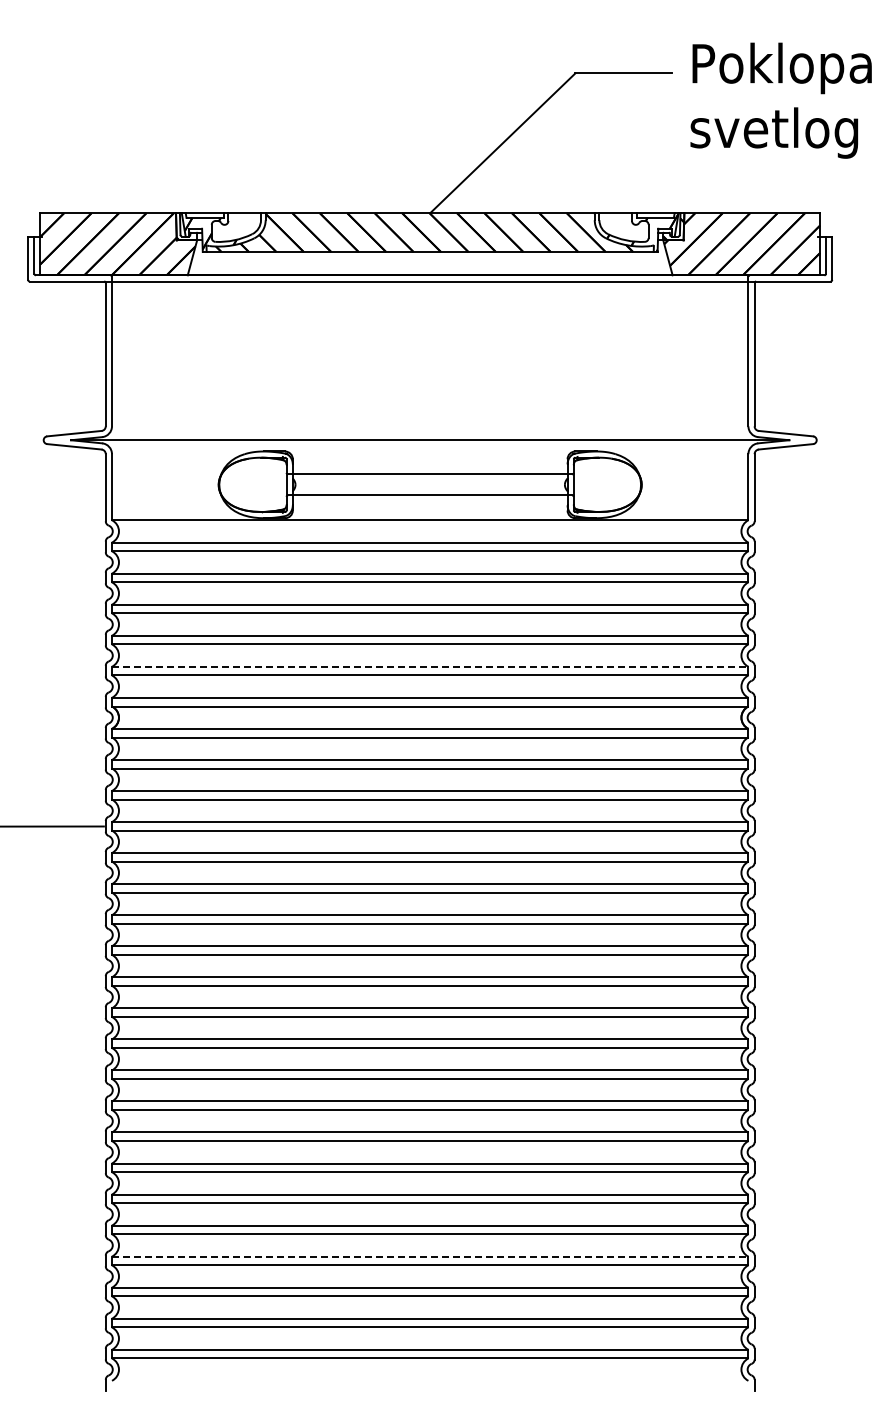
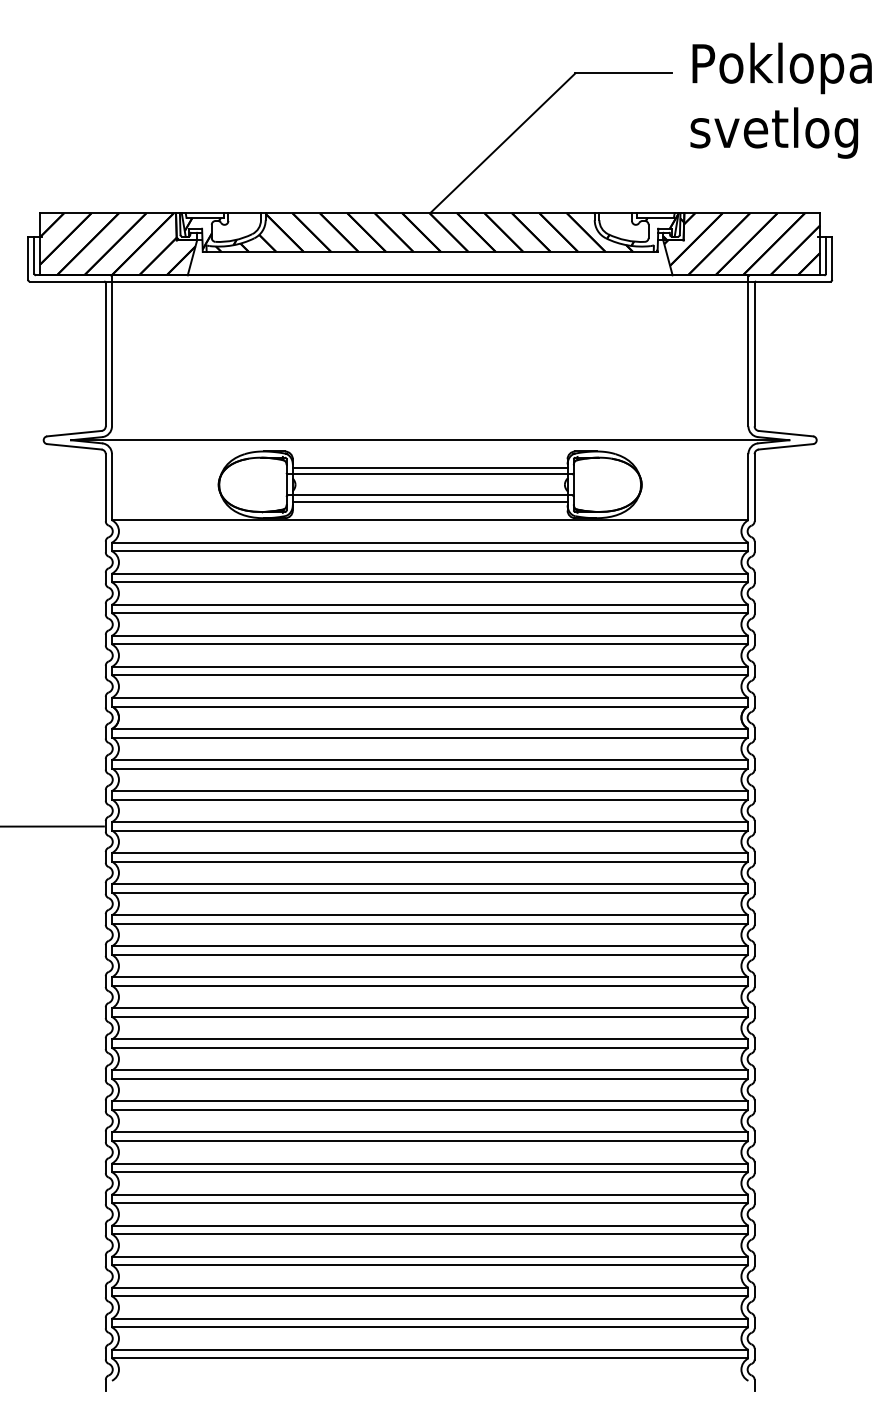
line at (429, 468): none -> present
line at (429, 501): none -> present
line at (430, 666): dashed -> solid
line at (430, 1256): dashed -> solid
